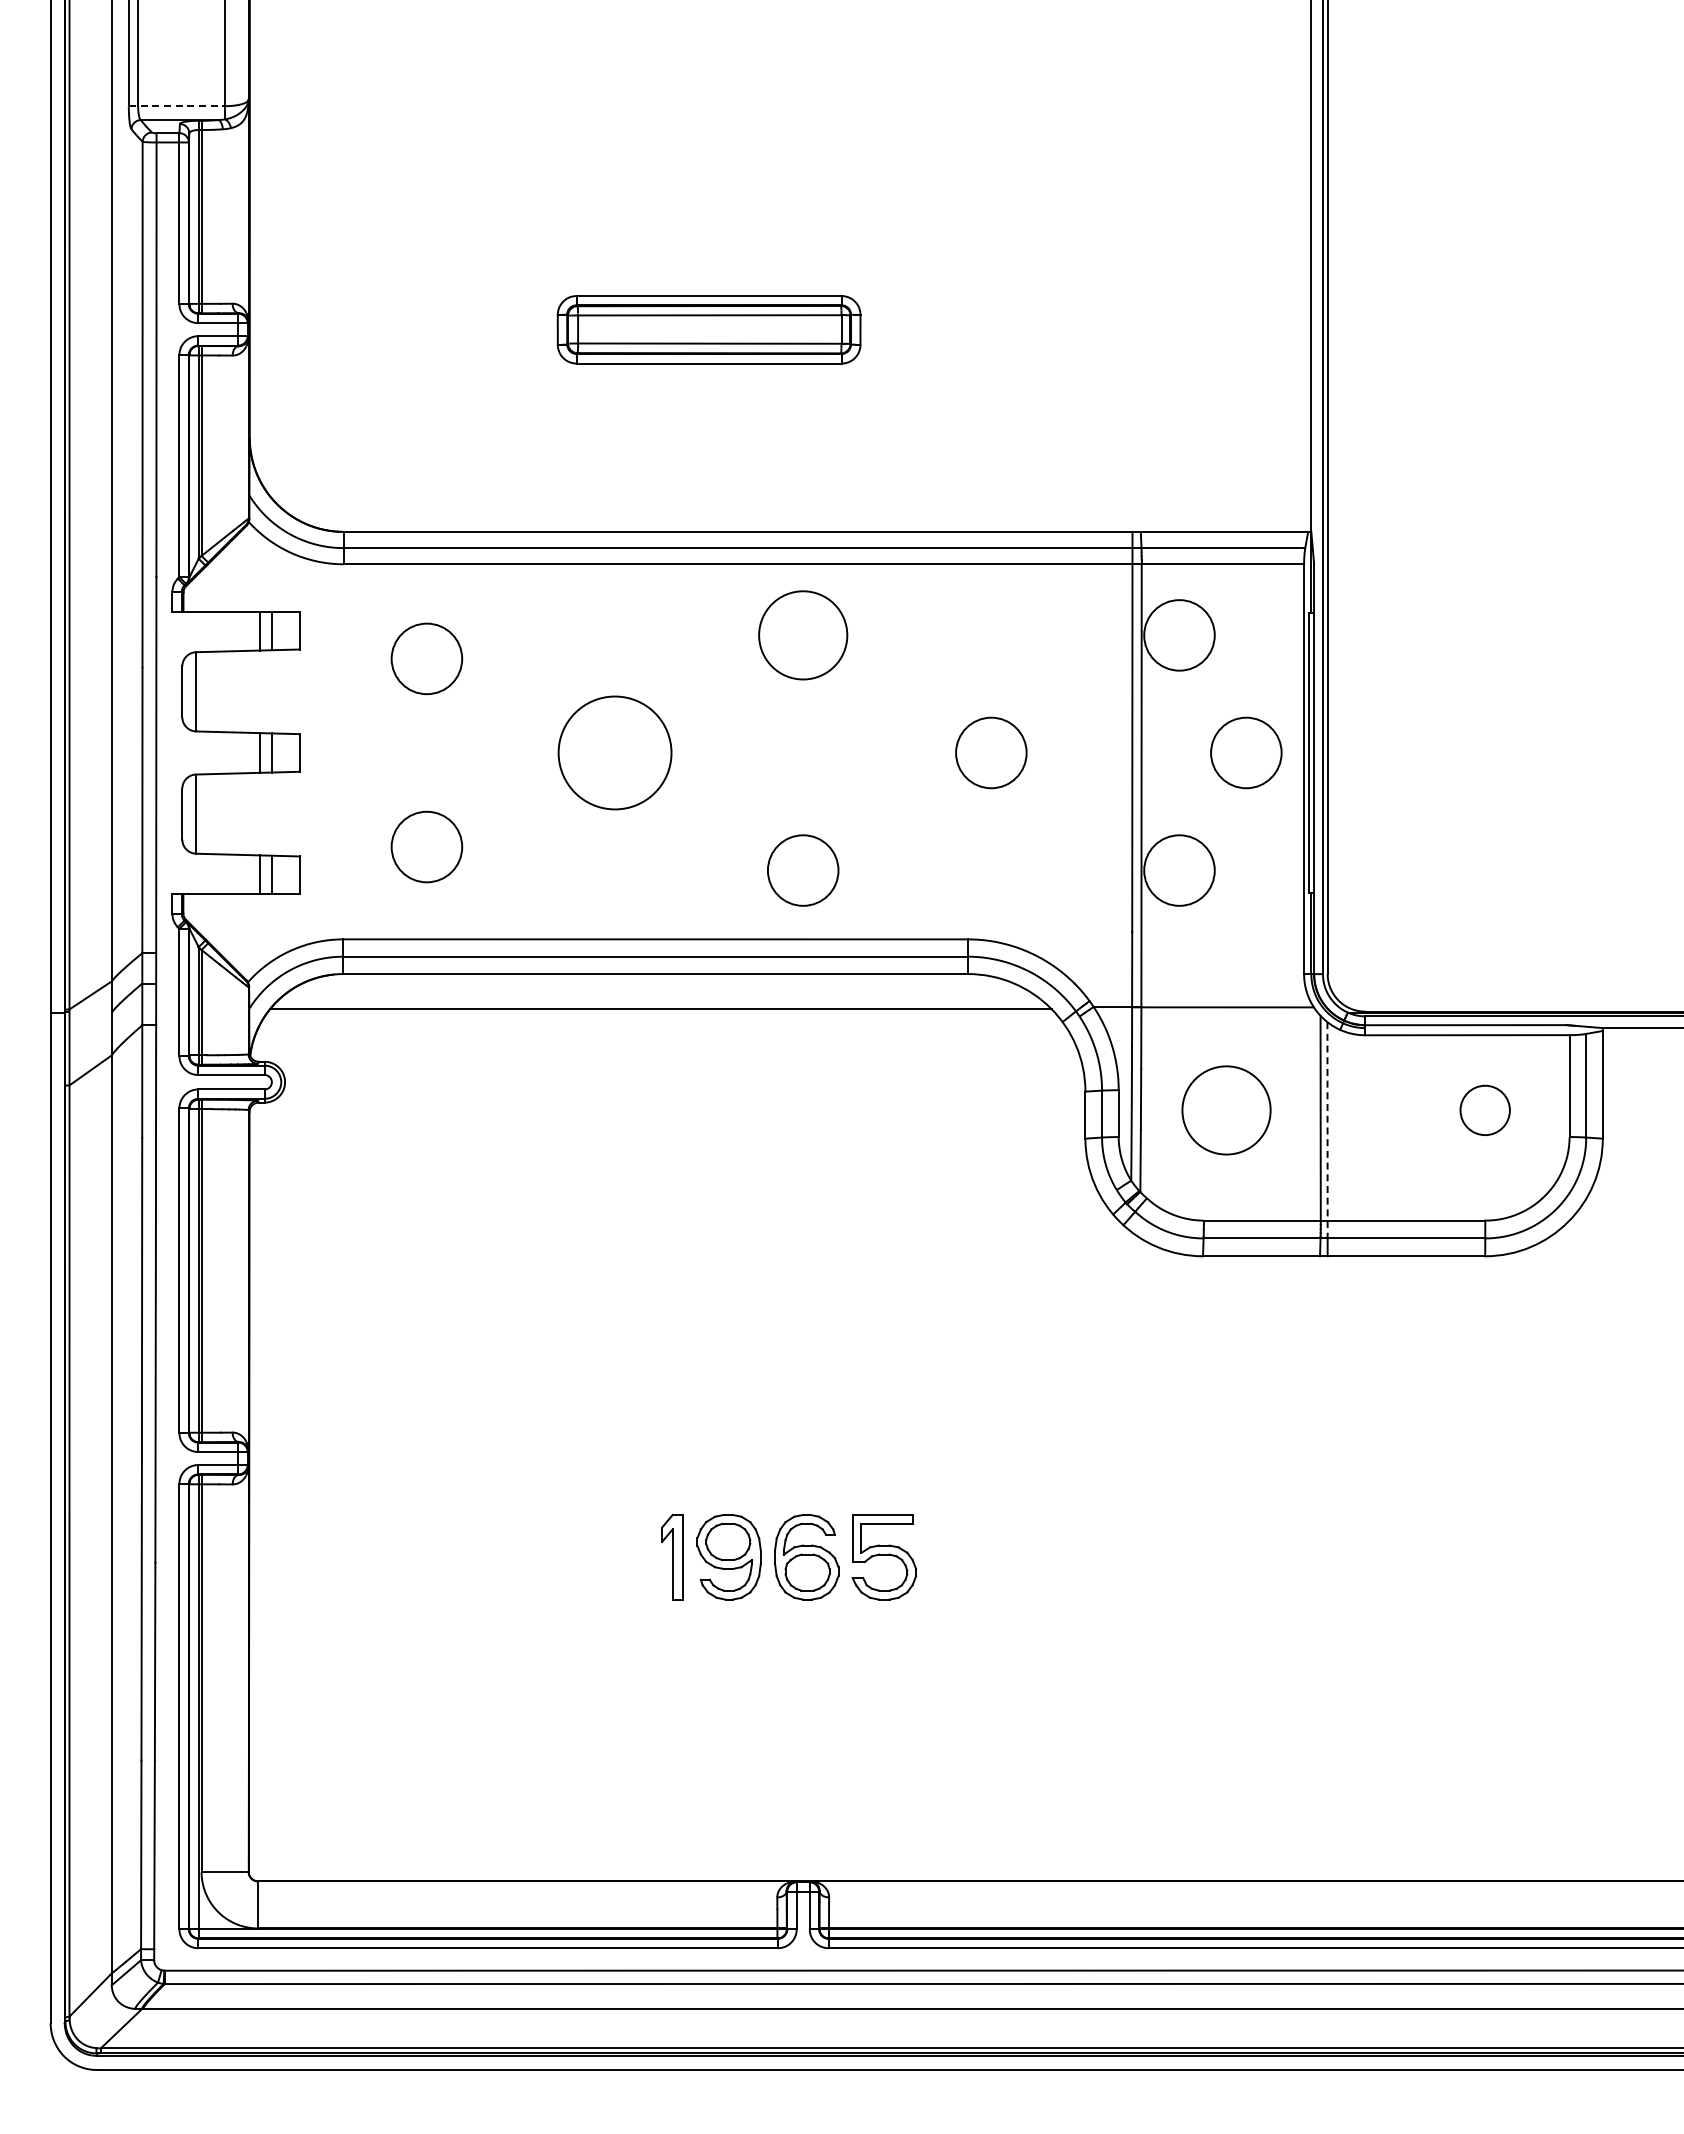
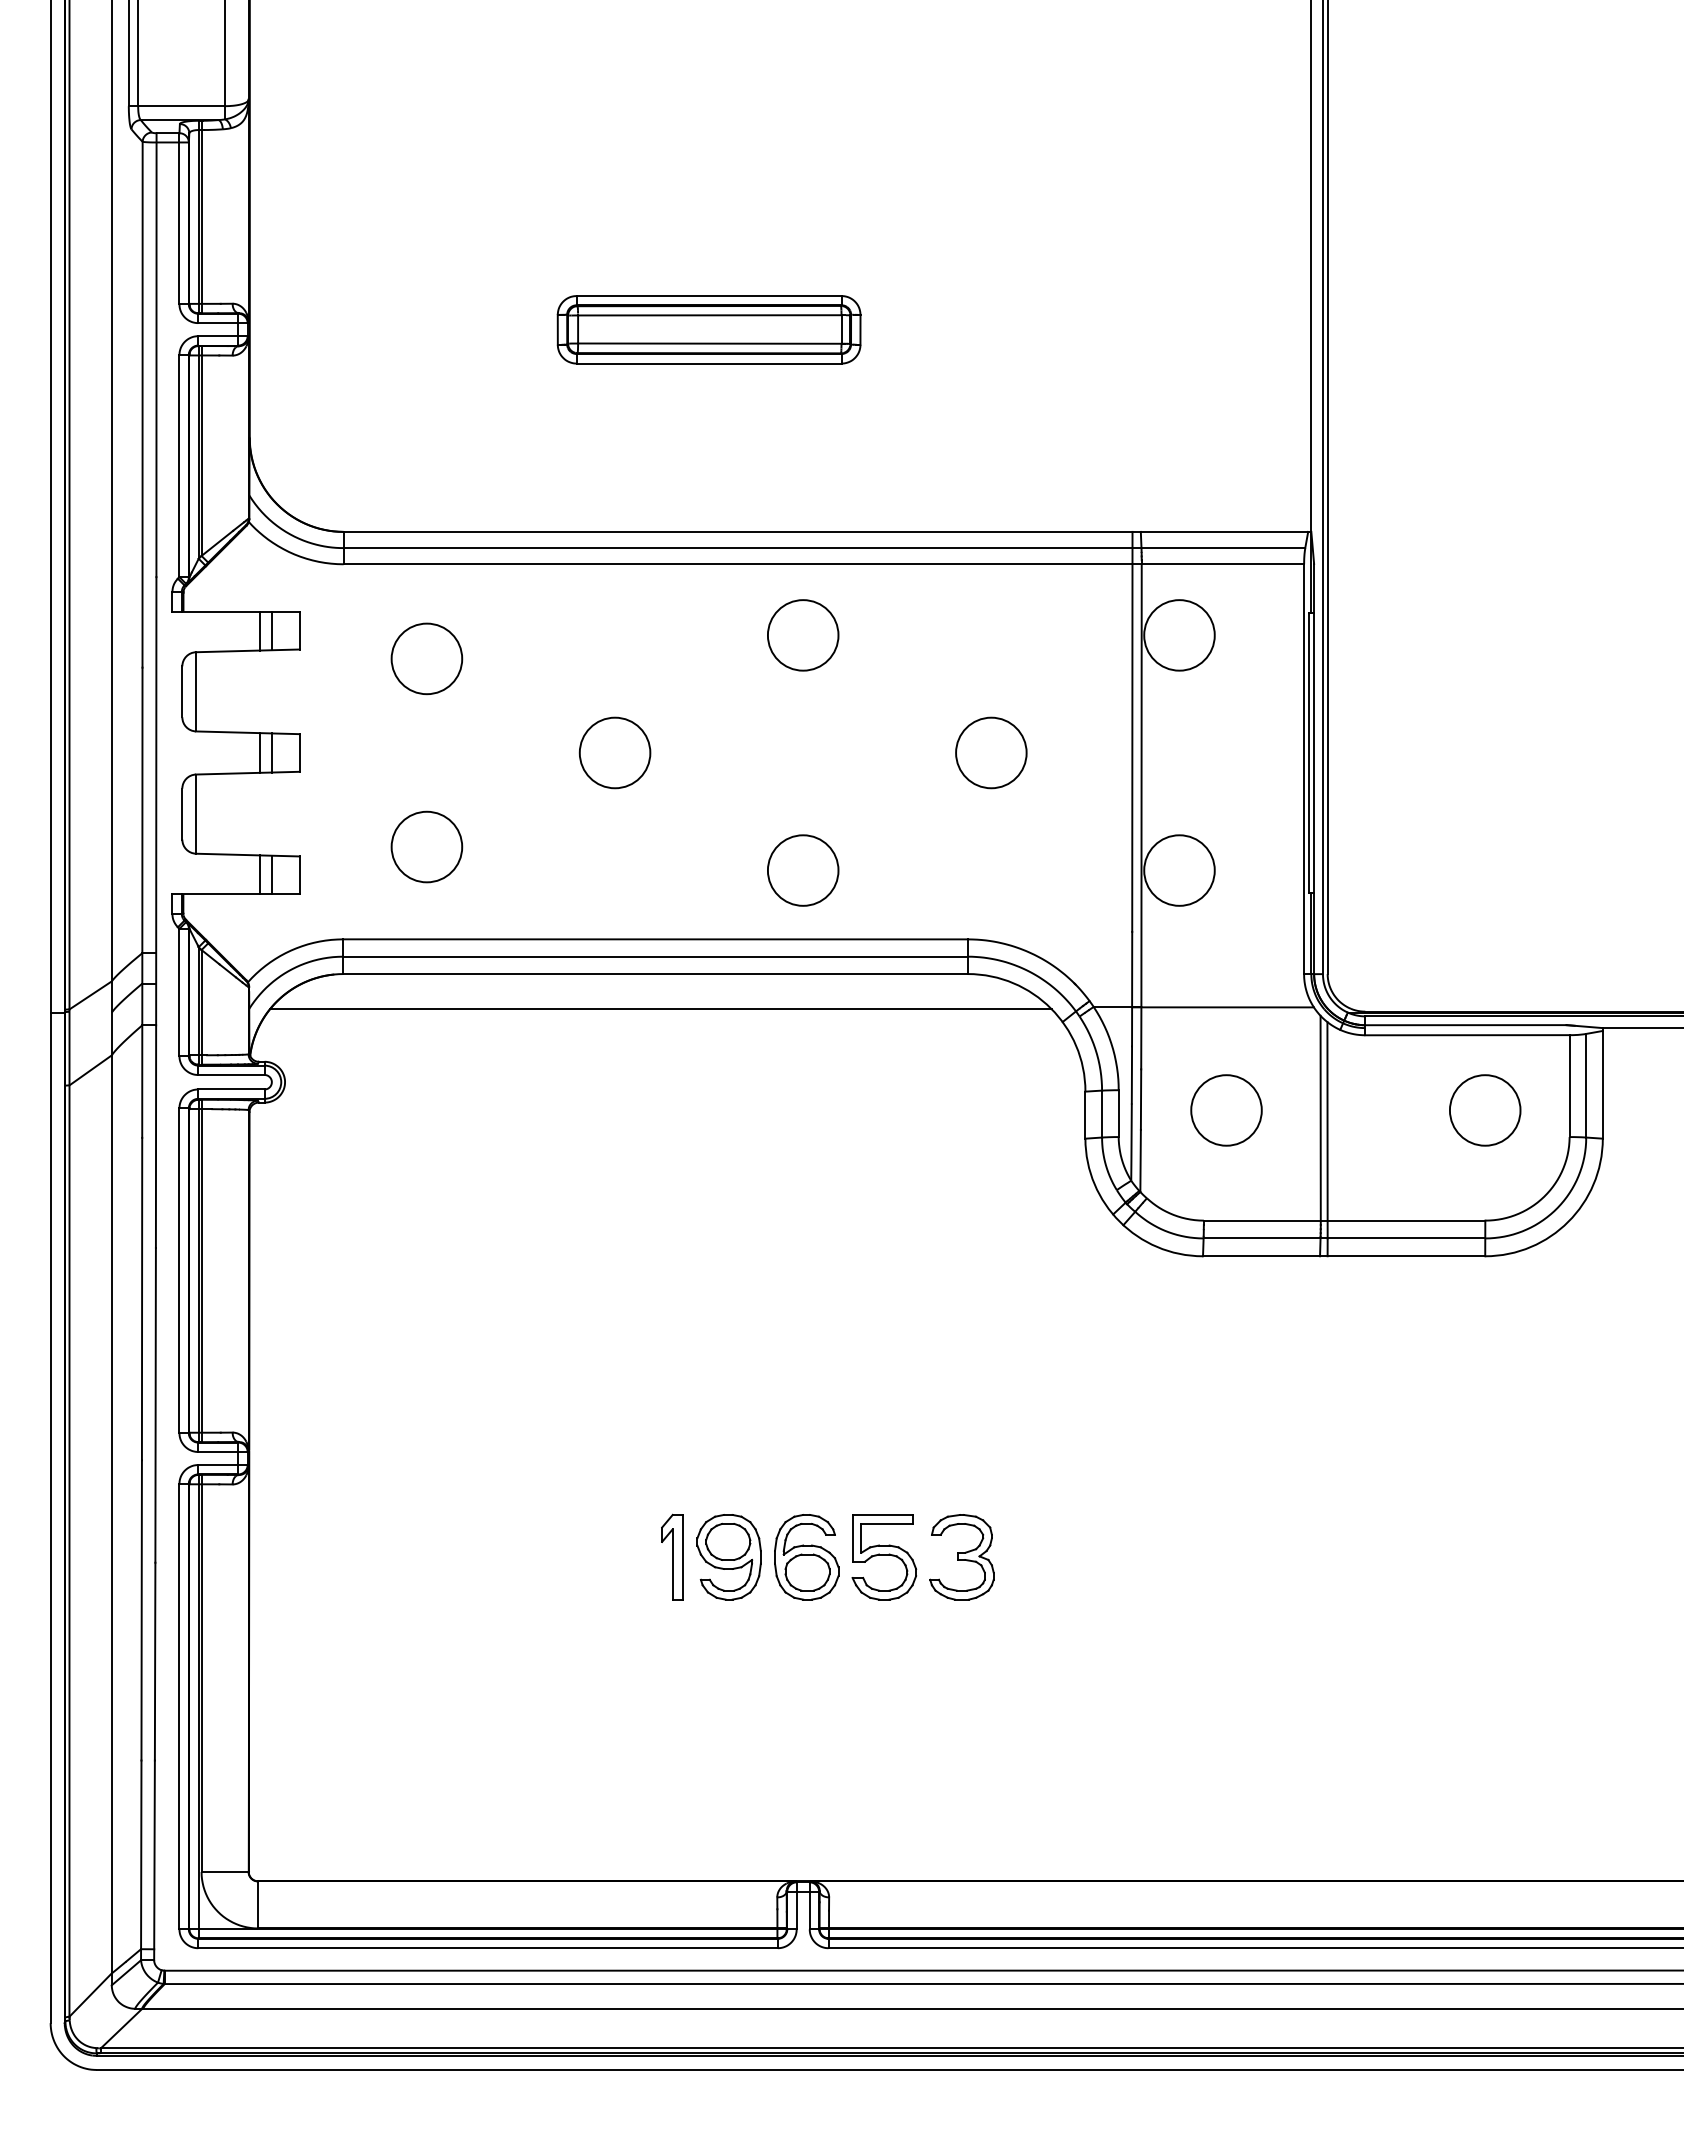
line at (177, 106): dashed -> solid
circle at (803, 635) diameter: 88 px -> 71 px
circle at (614, 752) diameter: 113 px -> 71 px
circle at (1246, 752): present -> none
circle at (1226, 1110) diameter: 88 px -> 71 px
circle at (1484, 1110) diameter: 49 px -> 71 px
line at (1327, 1130): dashed -> solid
part at (961, 1557): none -> present
